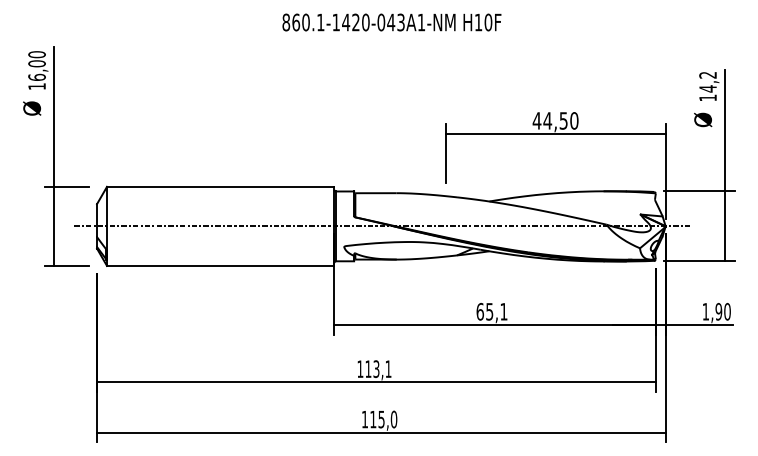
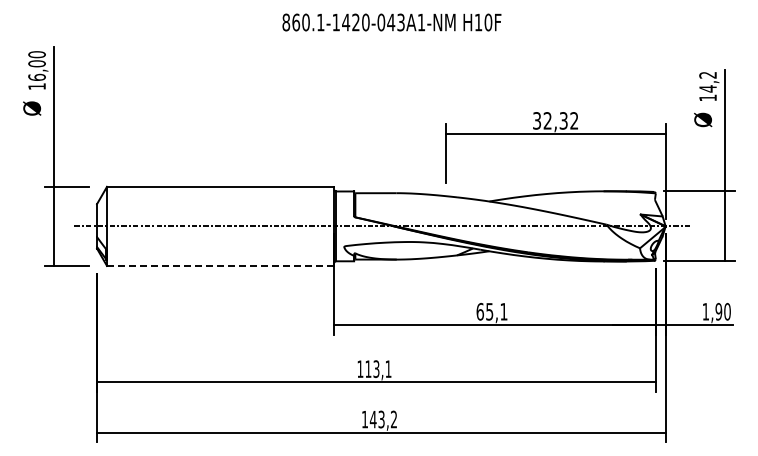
text at (555, 120): 44,50 -> 32,32
line at (220, 265): solid -> dashed
text at (383, 419): 115,0 -> 143,2
